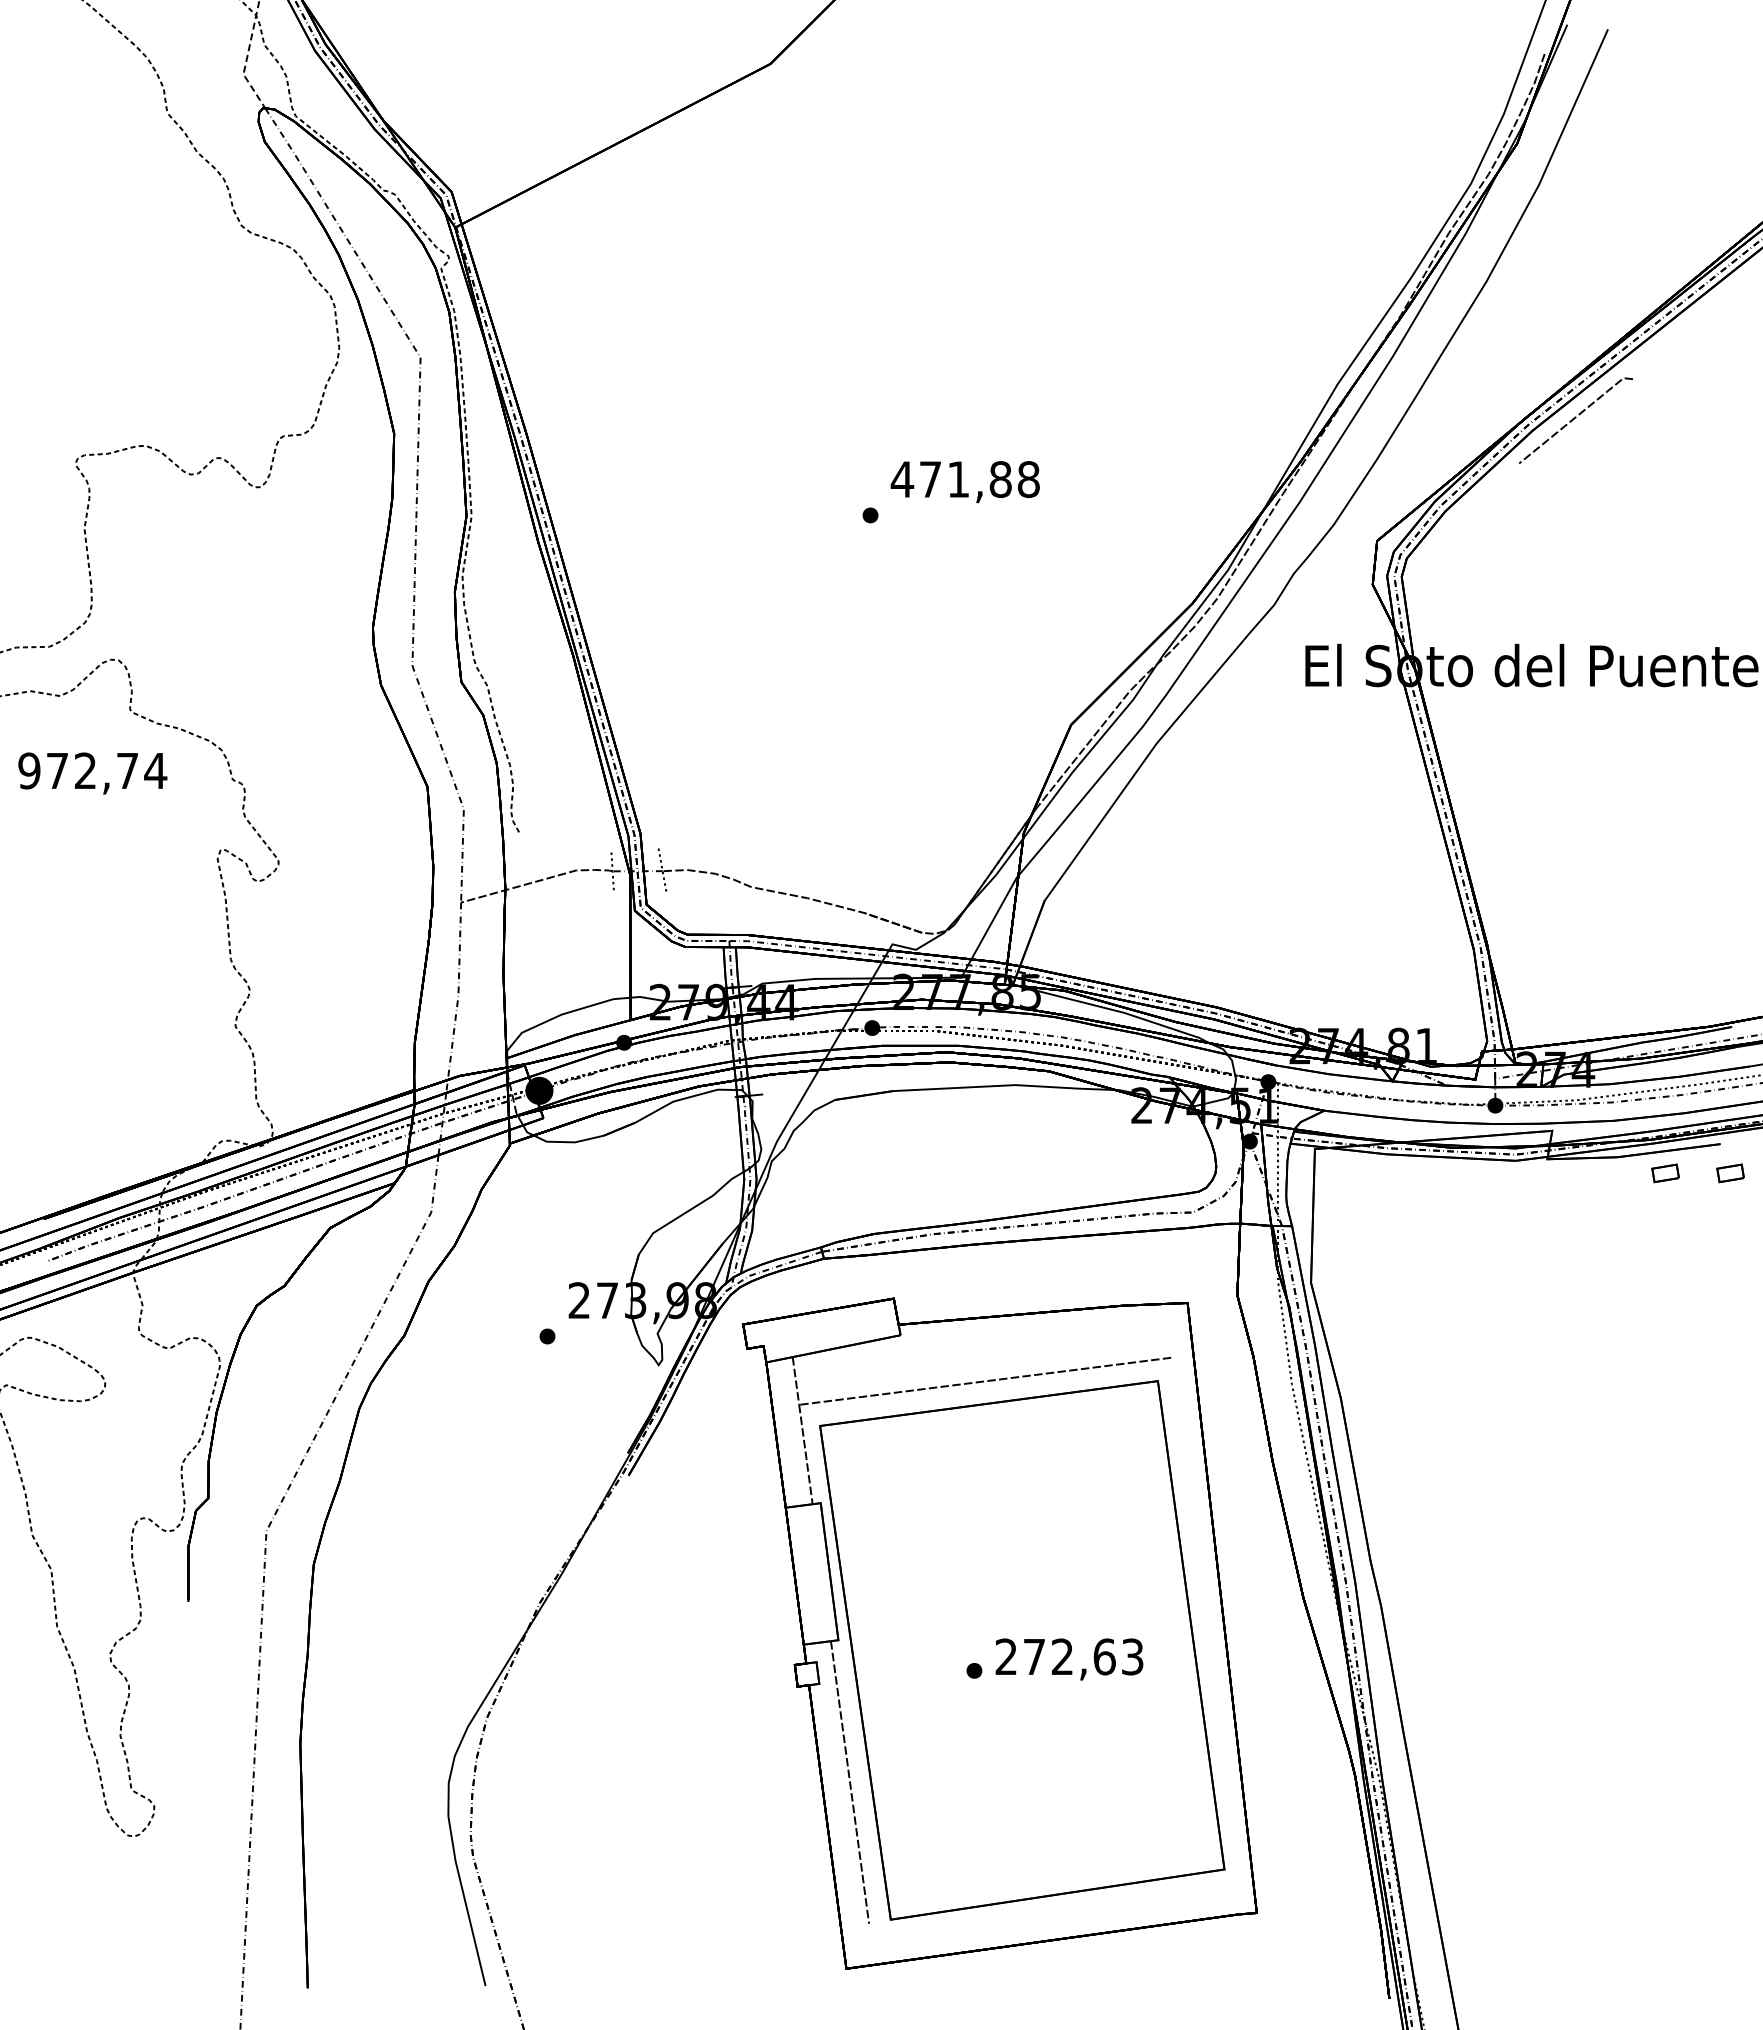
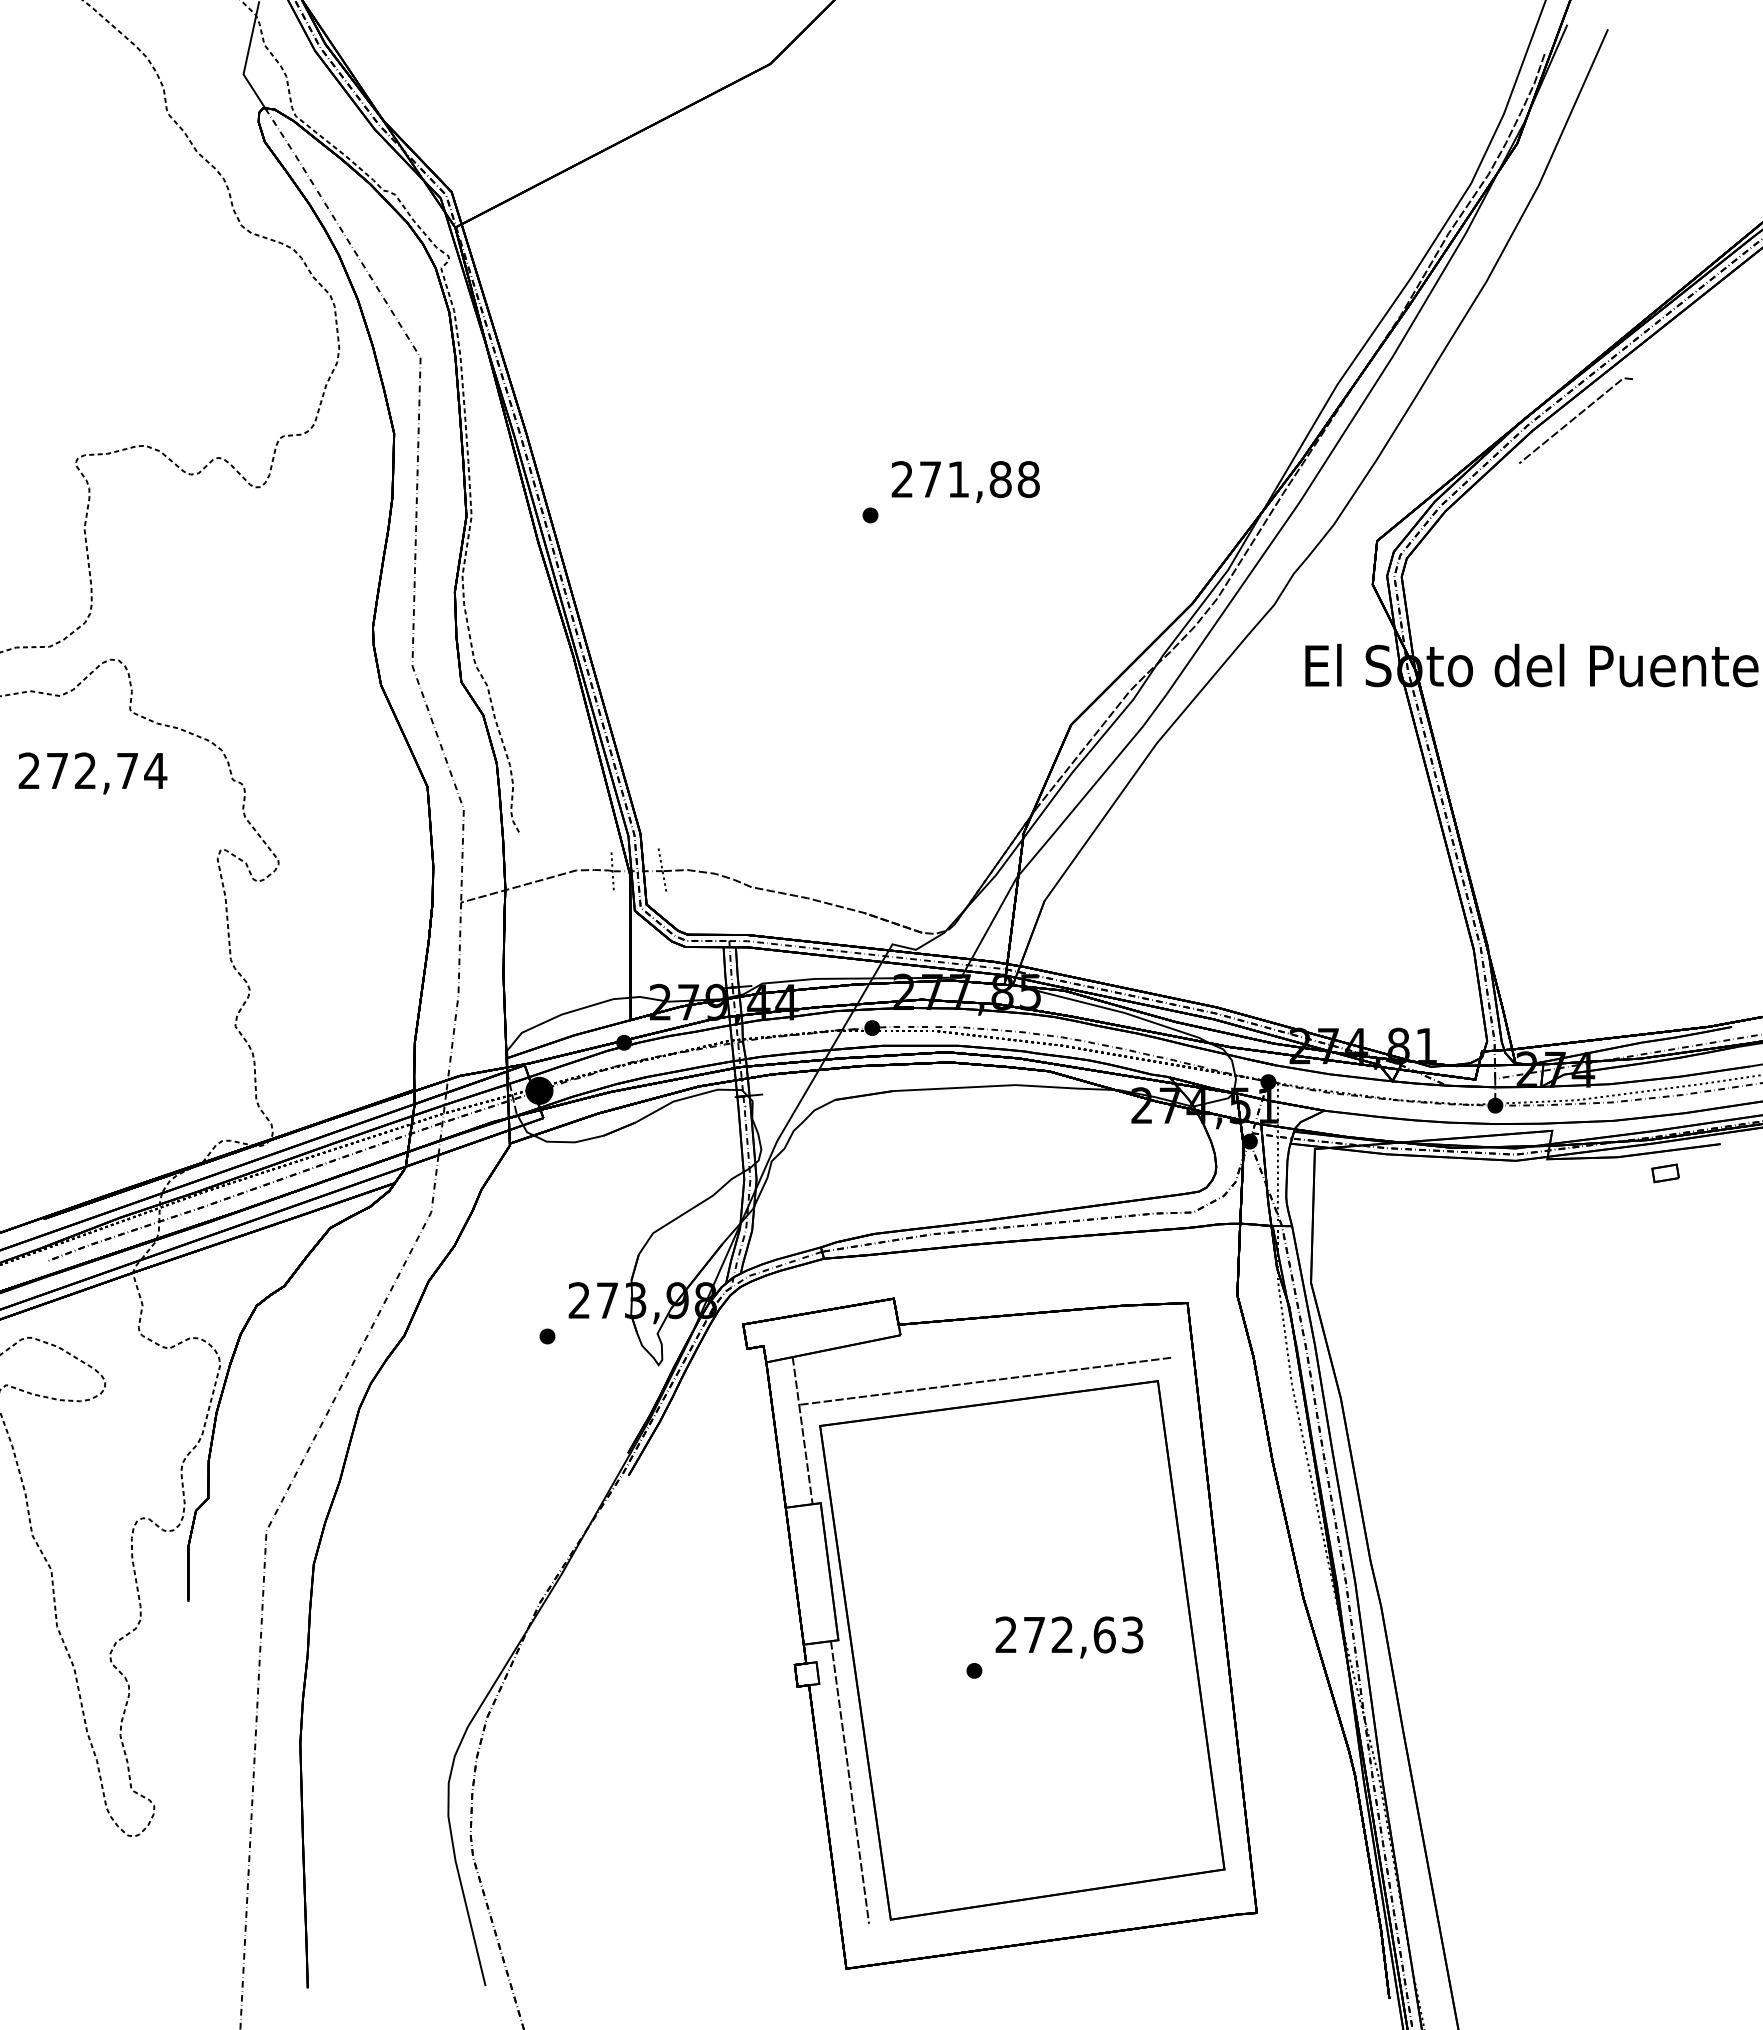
line at (246, 58): dashed -> solid
text at (902, 479): 471,88 -> 271,88
text at (29, 770): 972,74 -> 272,74
part at (1730, 1173): present -> none
text at (1069, 1659) position: (1069, 1659) -> (1069, 1637)
